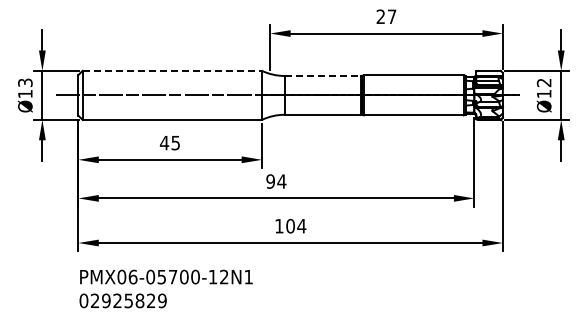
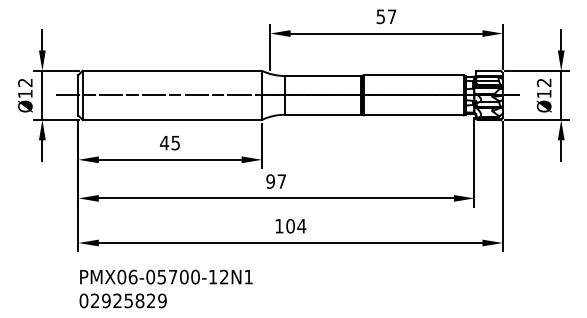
text at (380, 16): 27 -> 57
line at (172, 70): dashed -> solid
line at (323, 75): dashed -> solid
text at (25, 82): Ø13 -> Ø12
text at (281, 181): 94 -> 97
